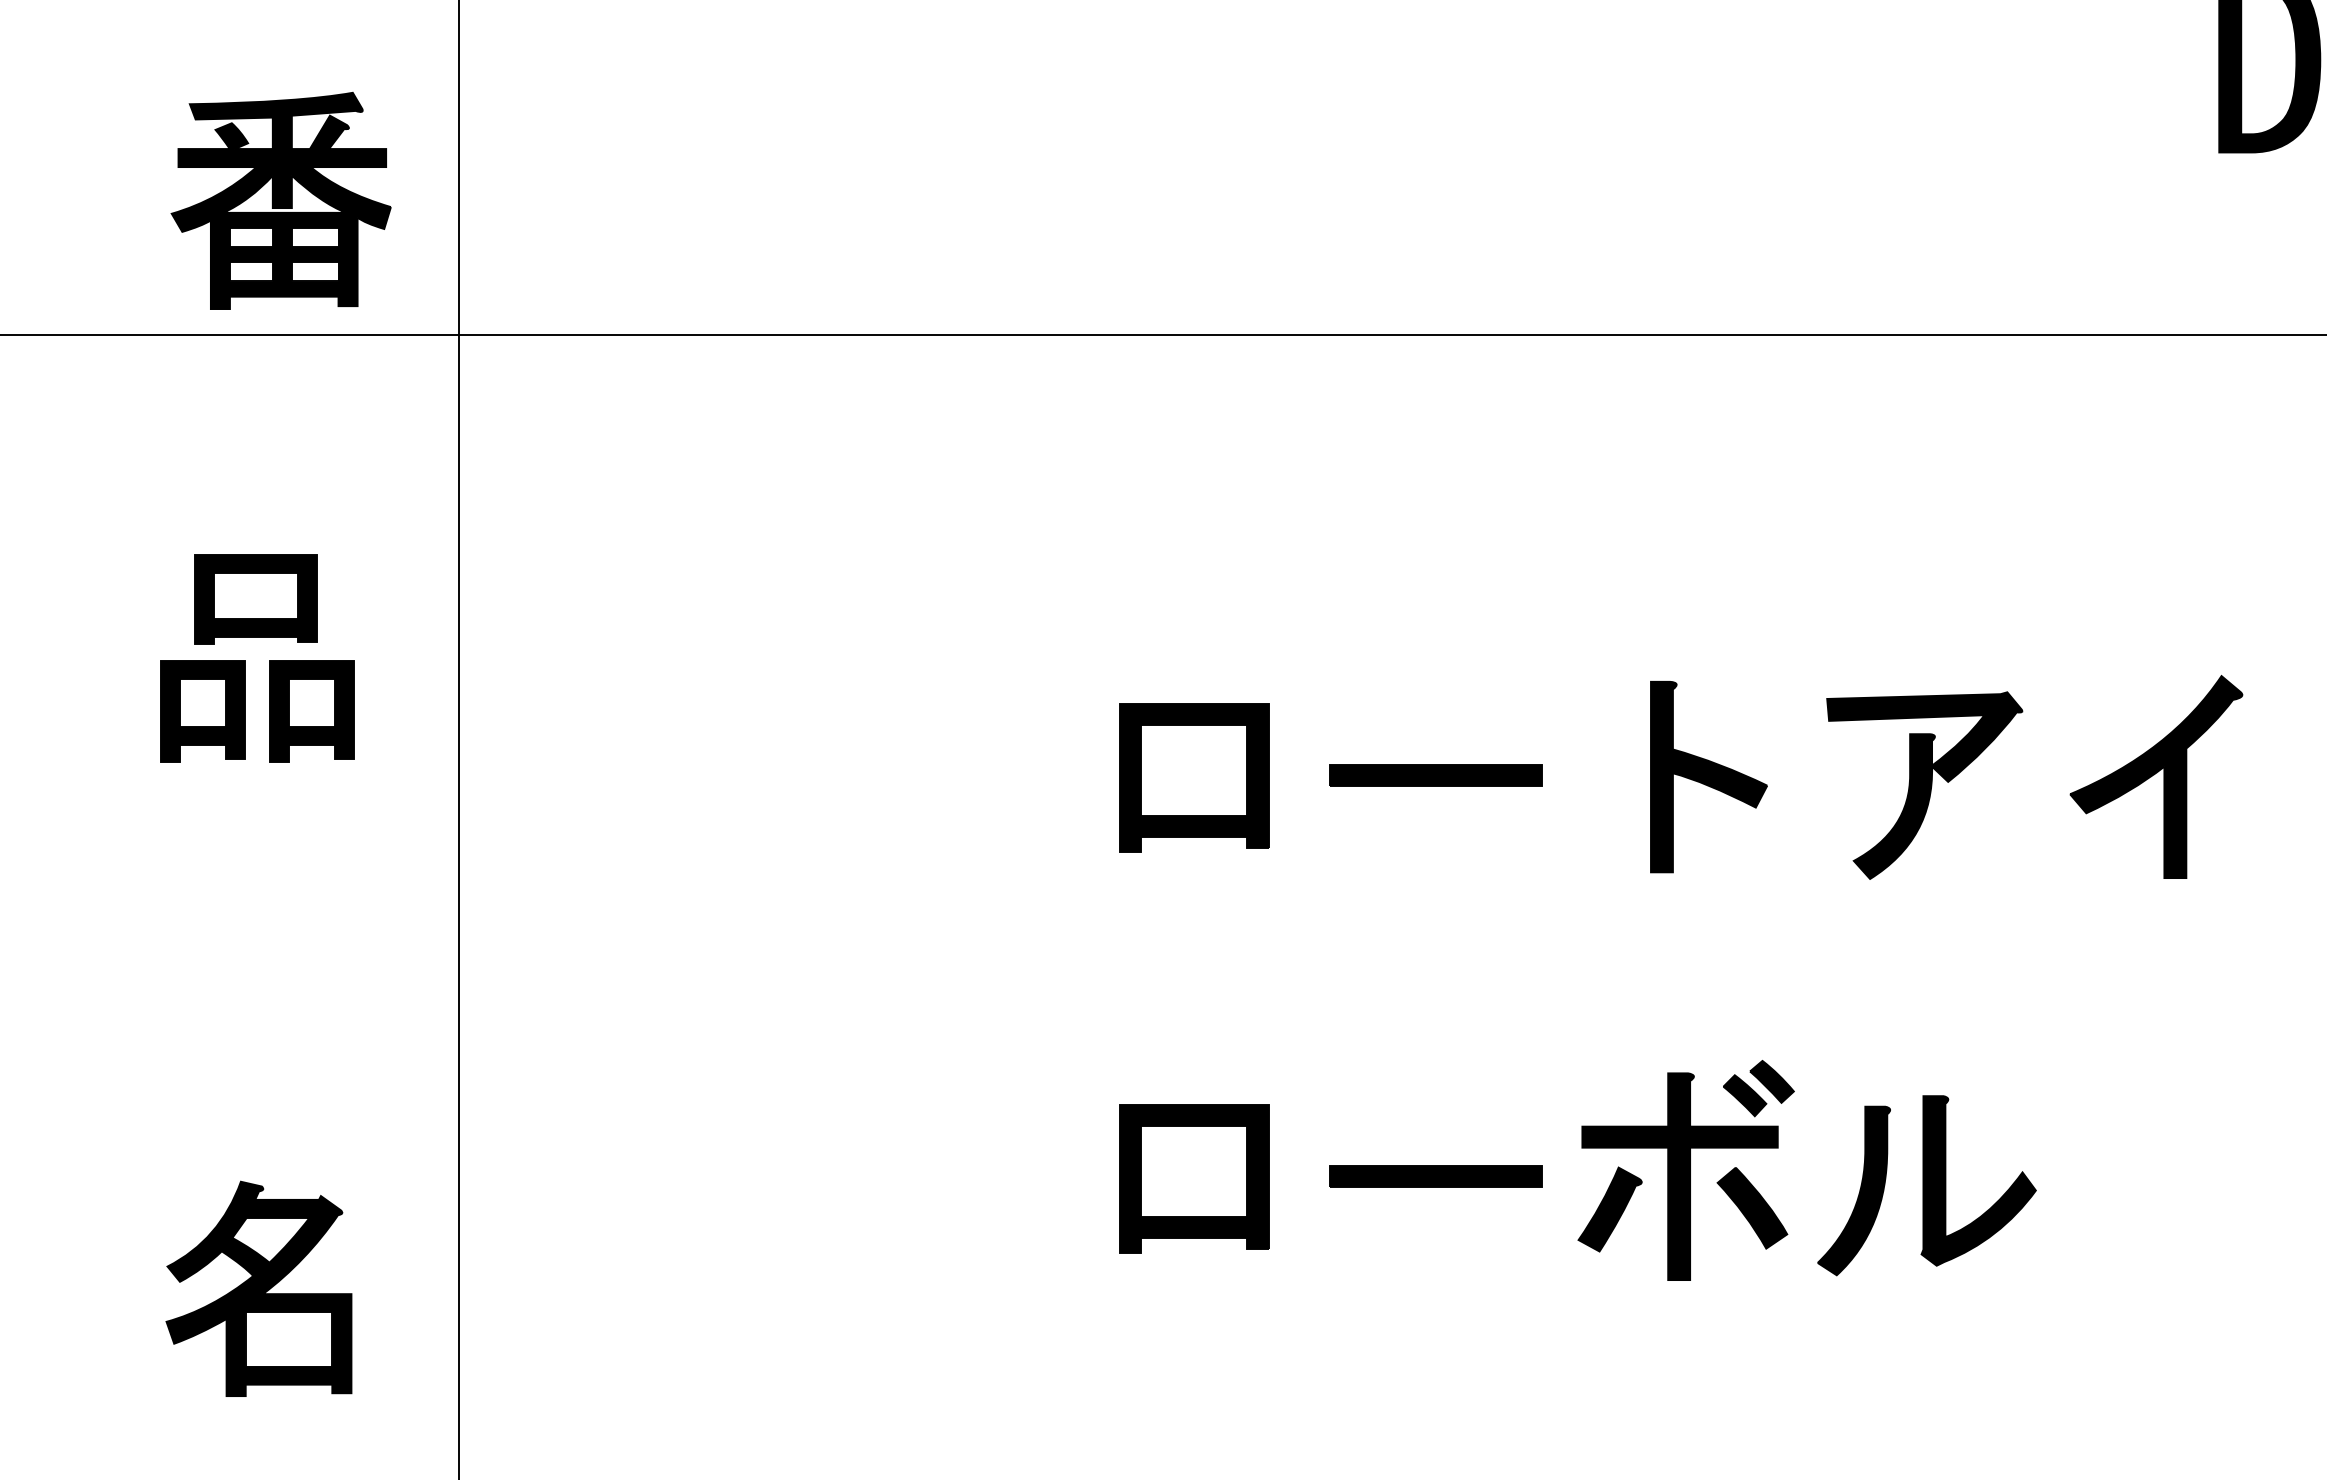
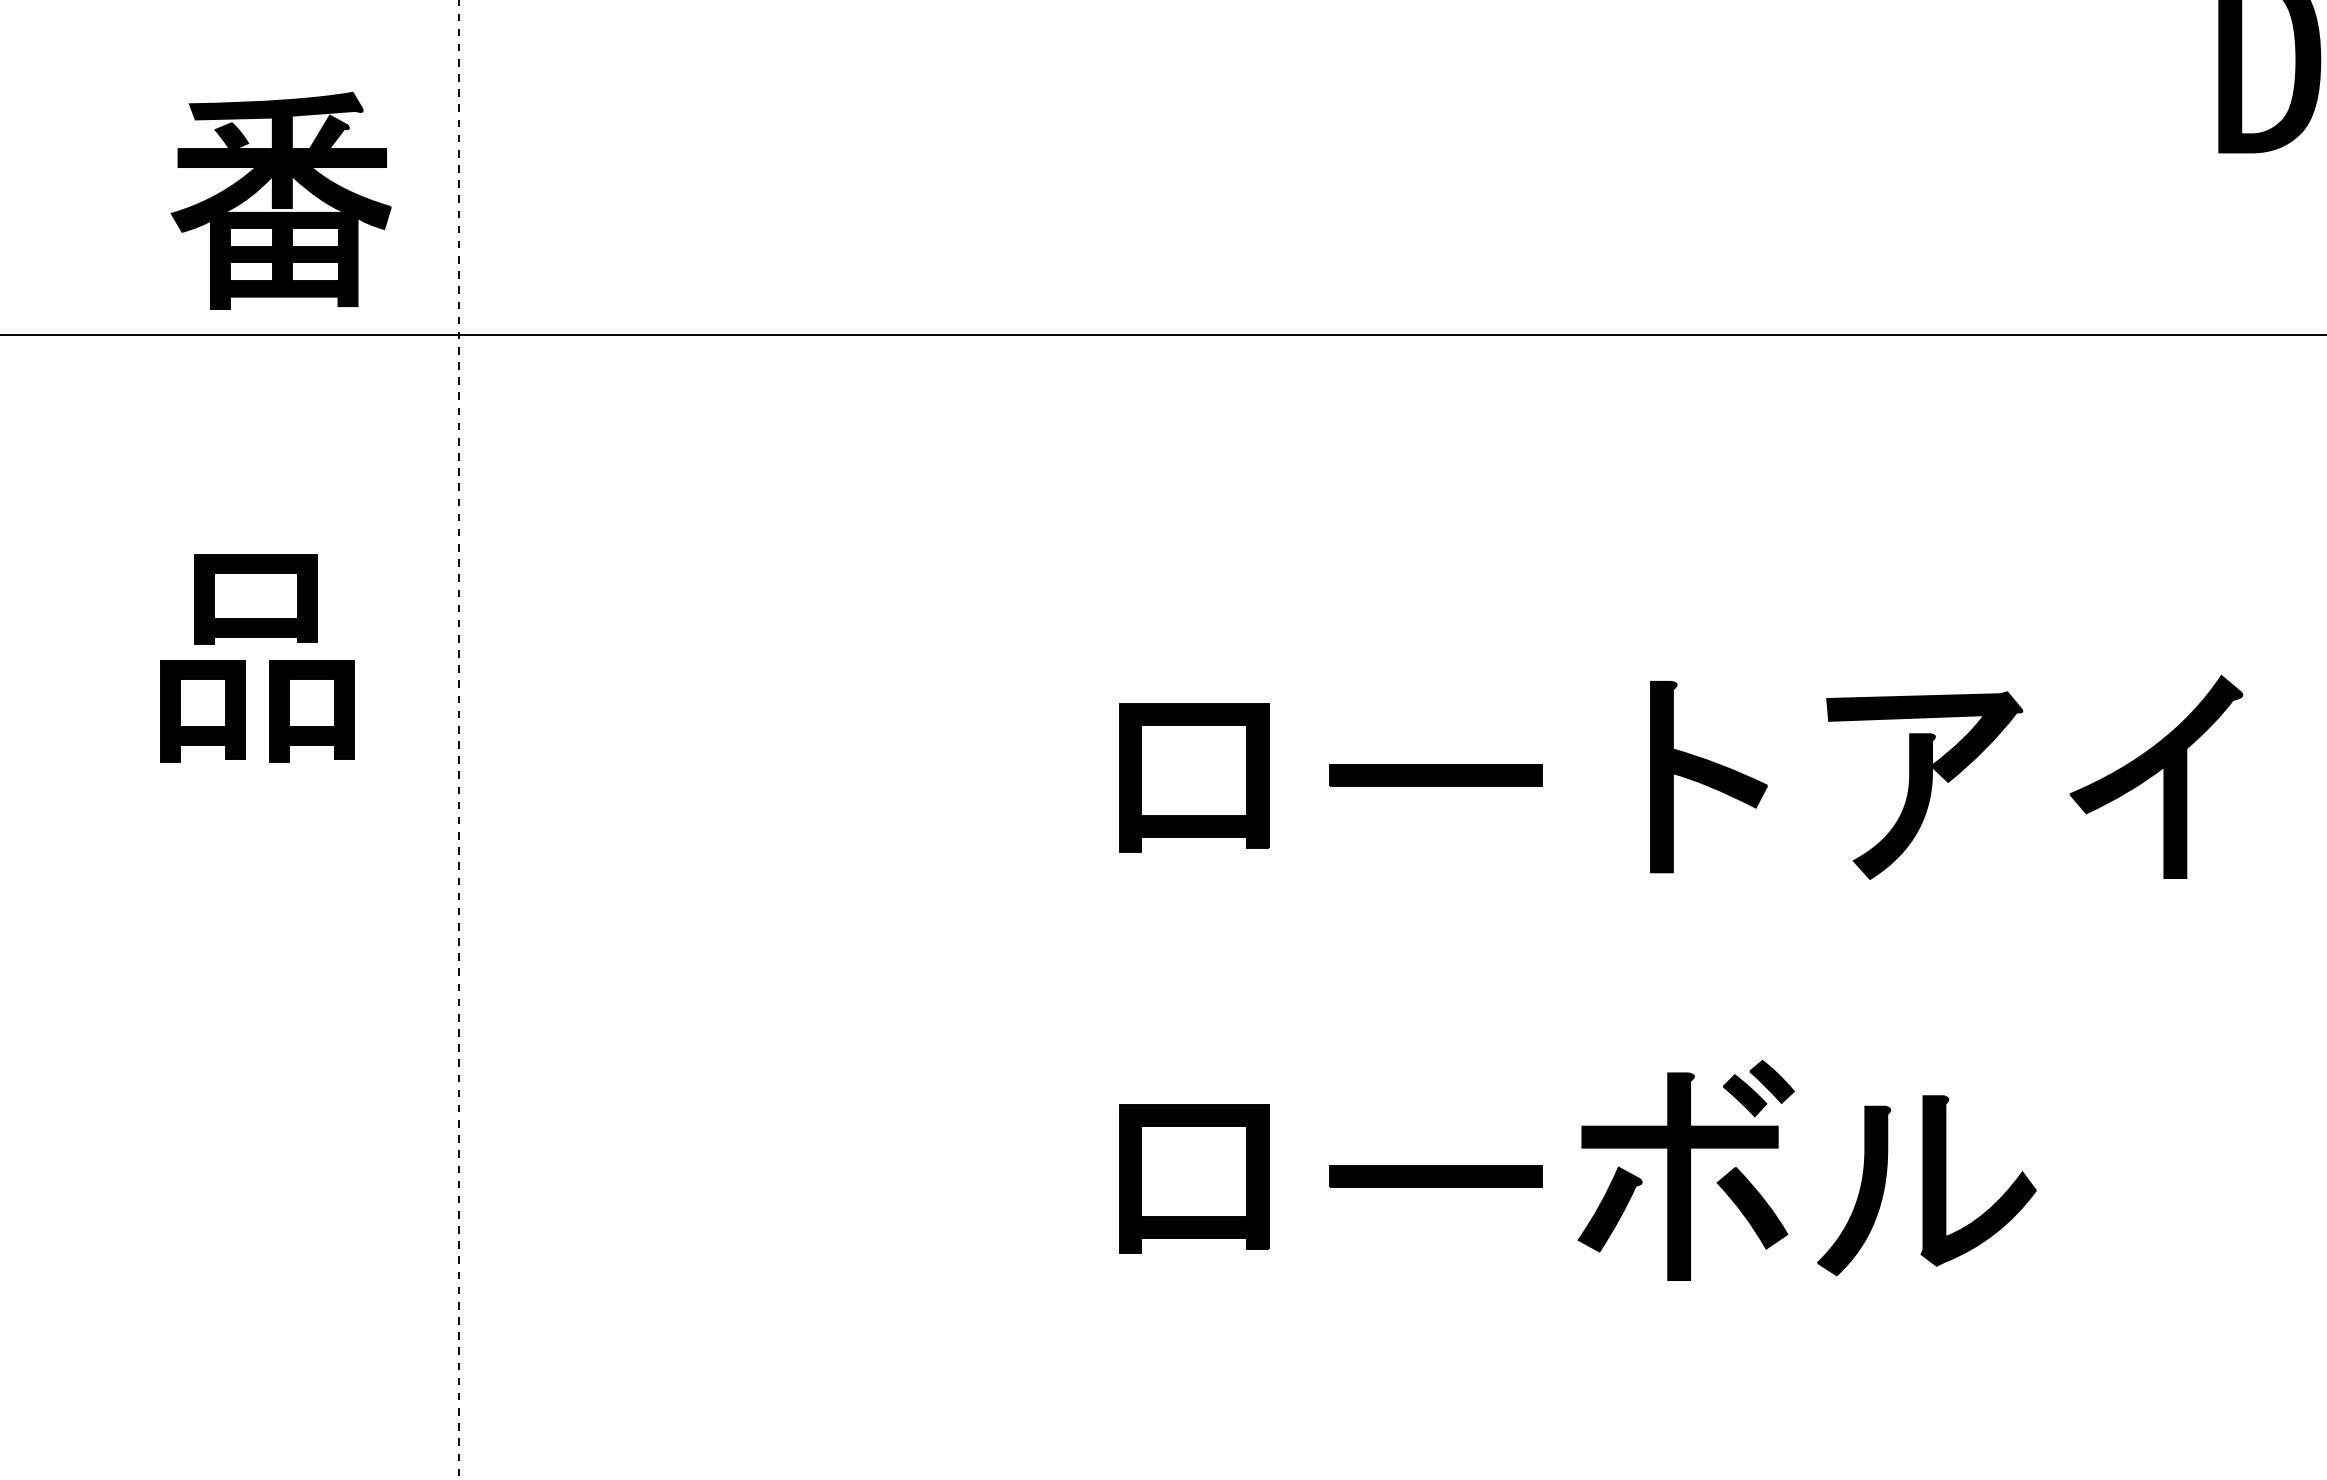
line at (458, 740): solid -> dashed
part at (258, 1288): present -> none
